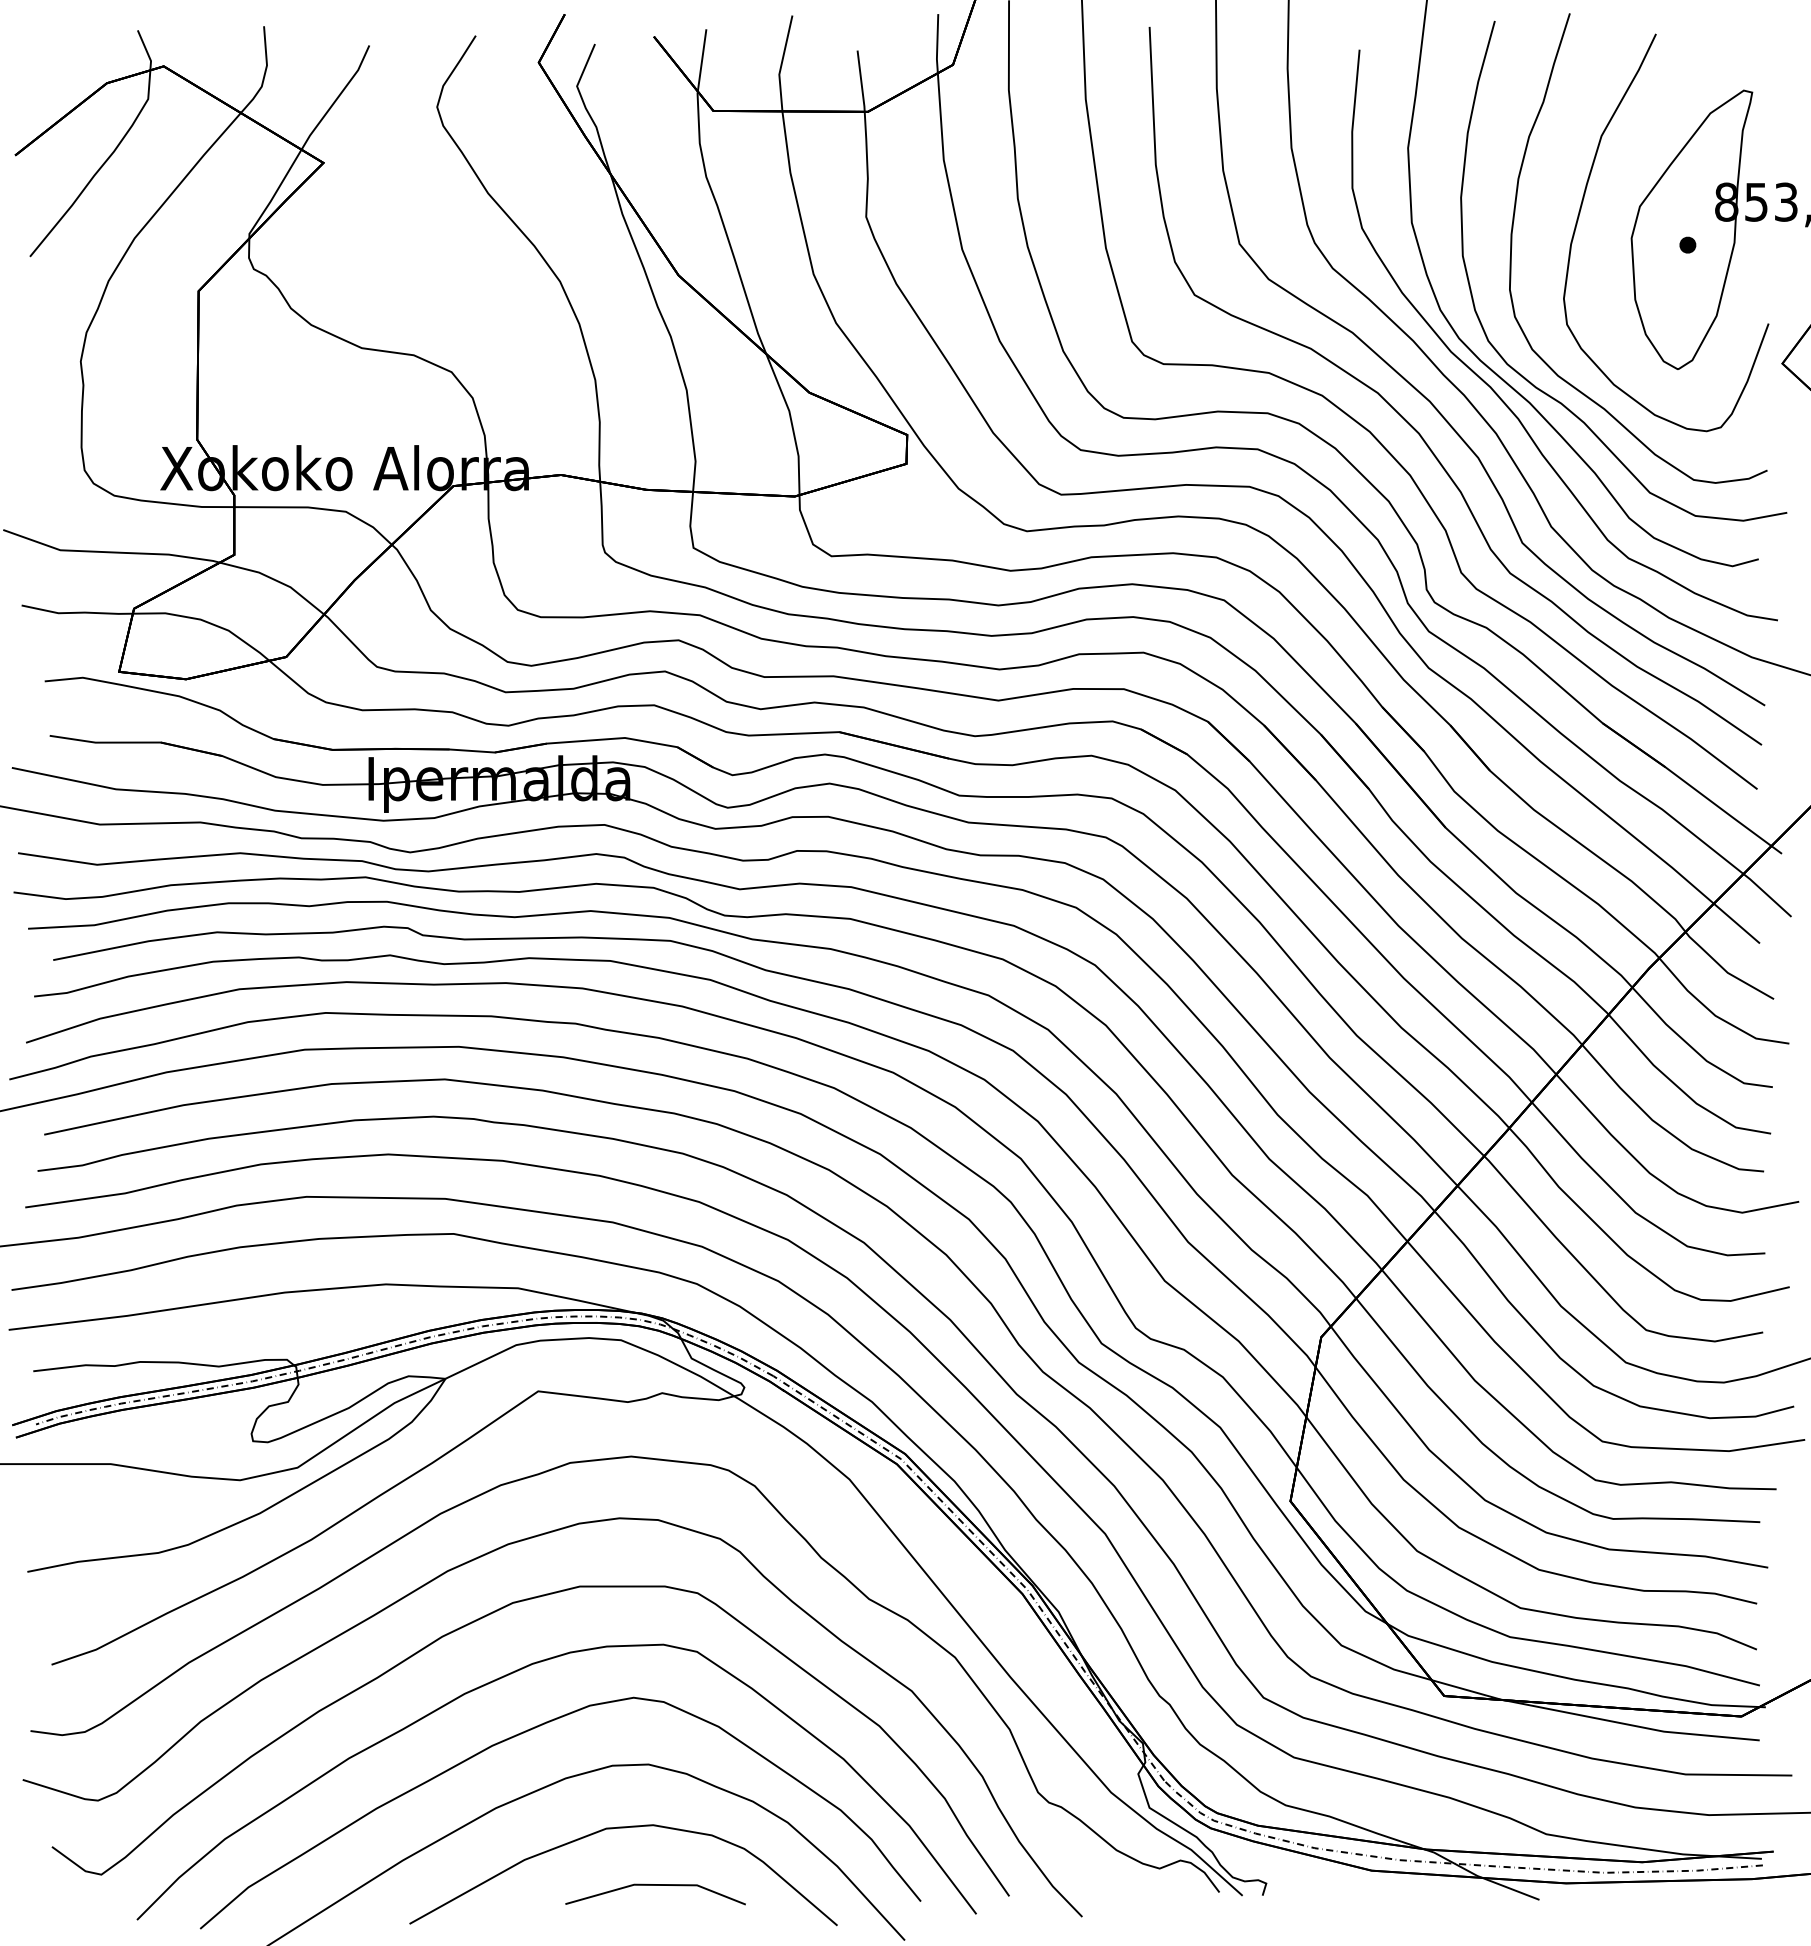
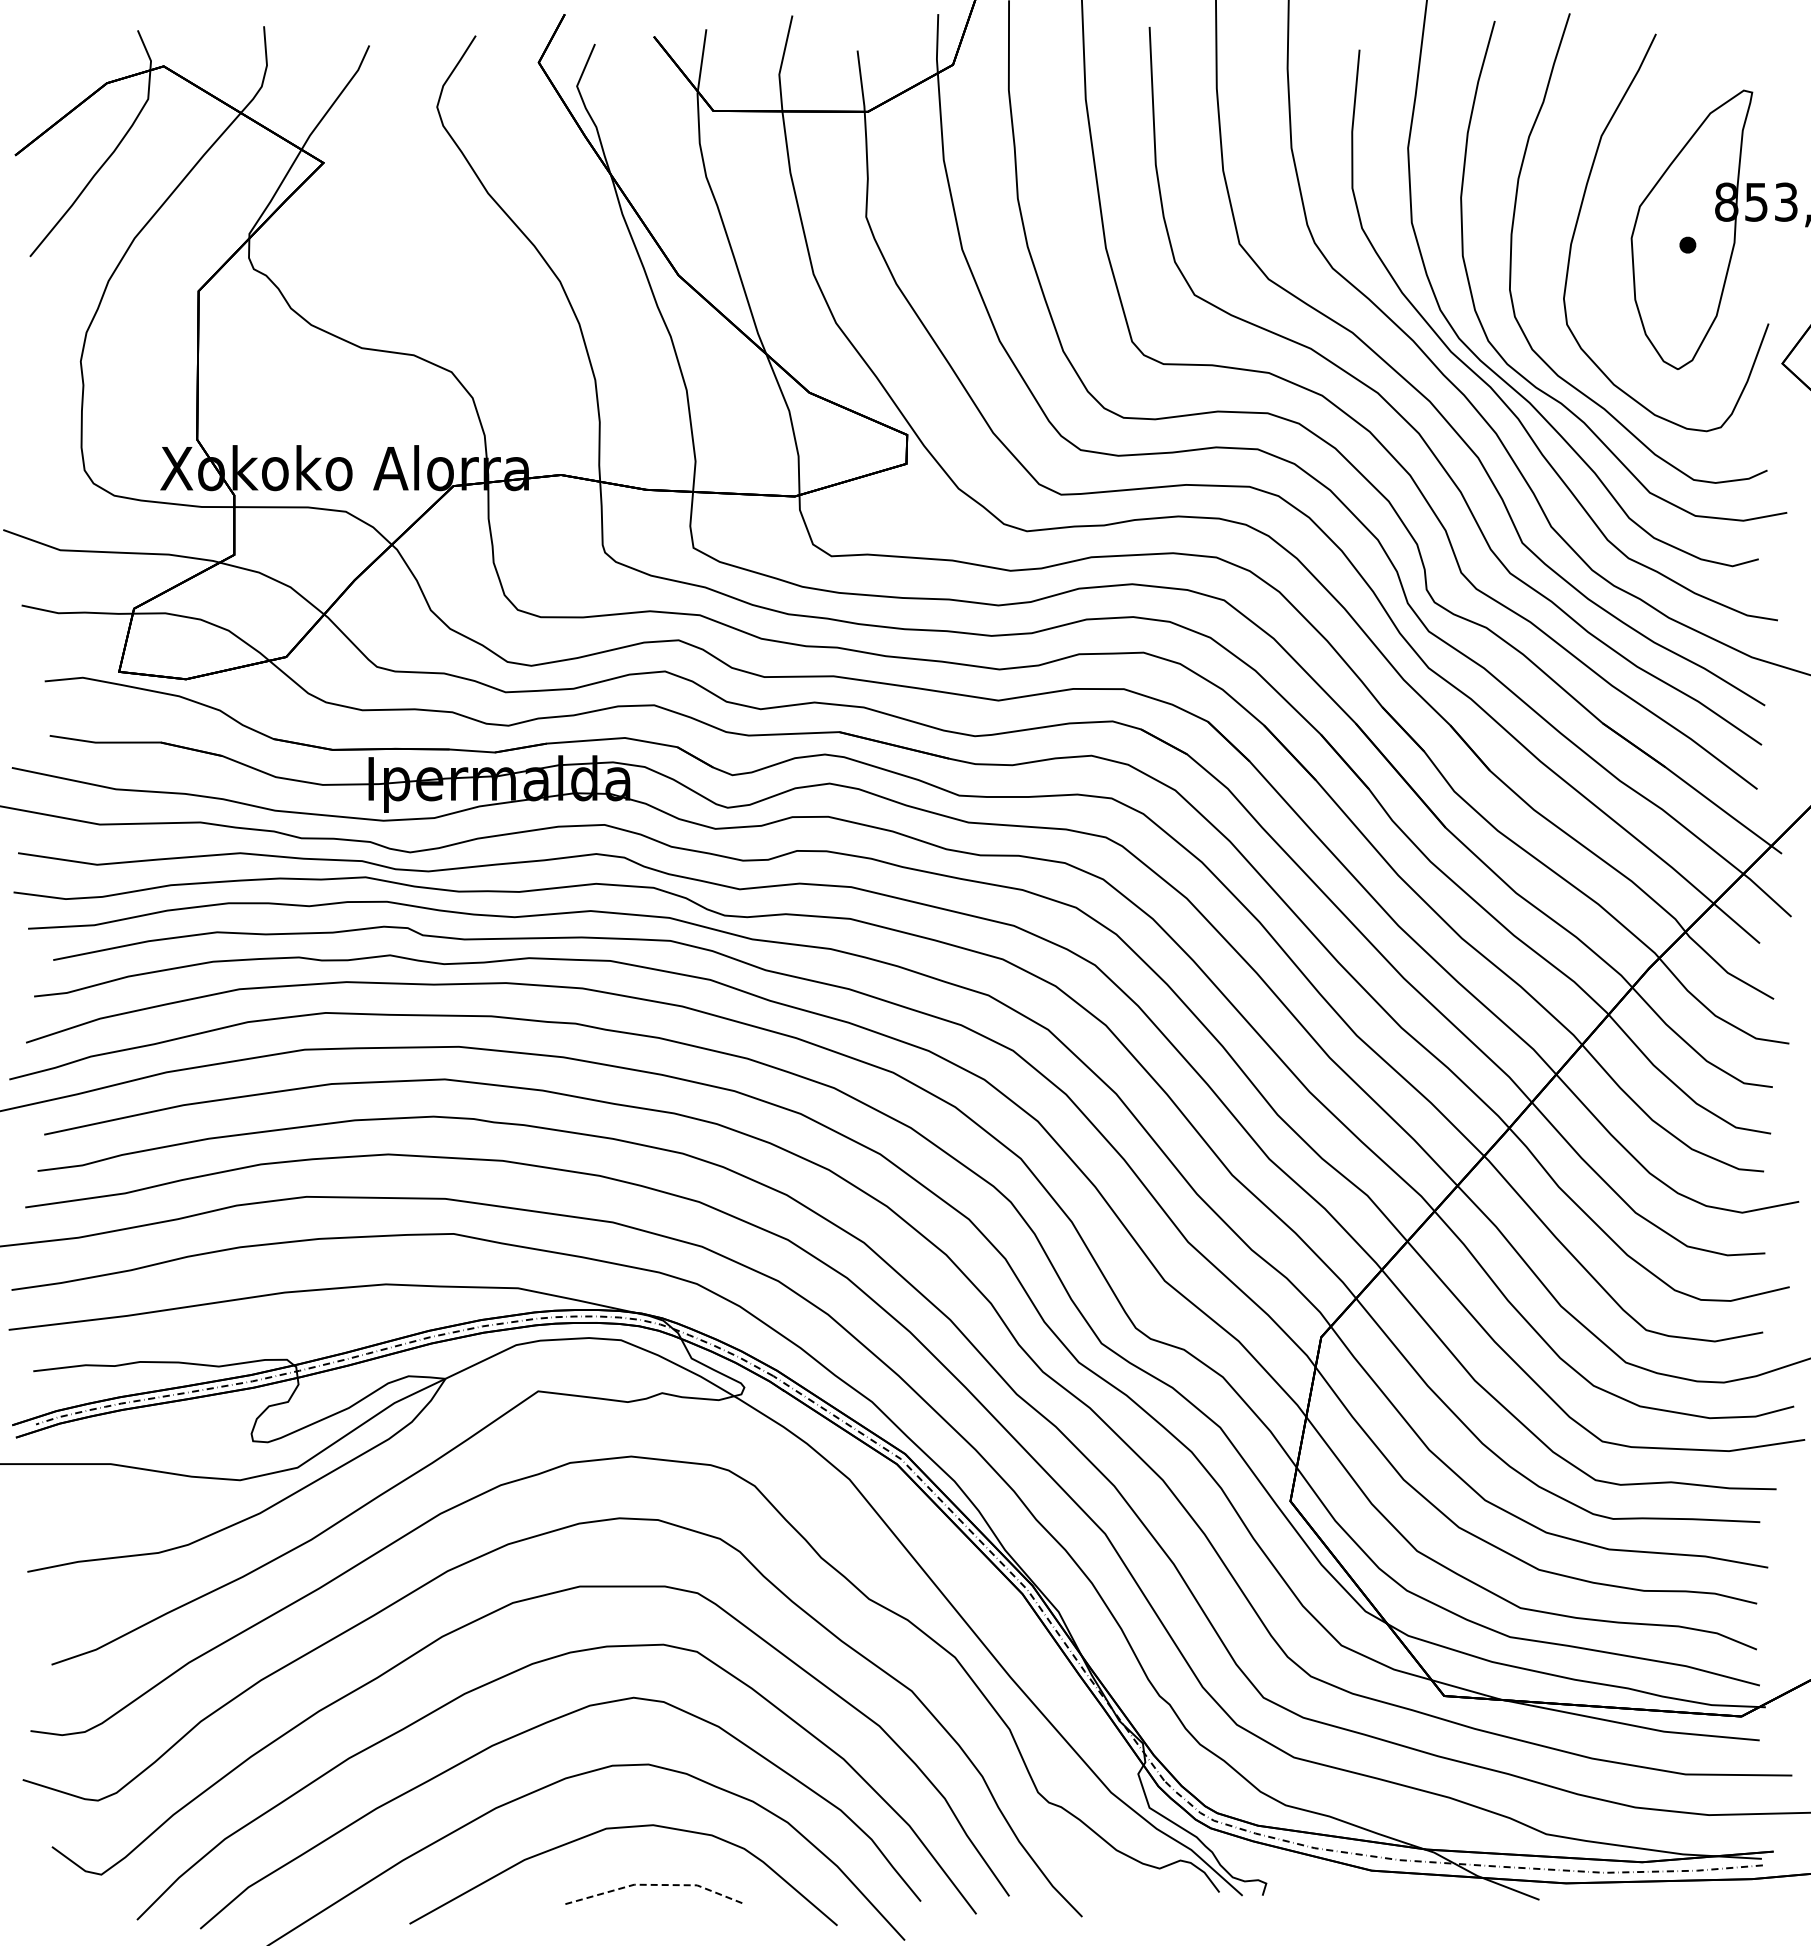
line at (656, 1884): solid -> dashed
